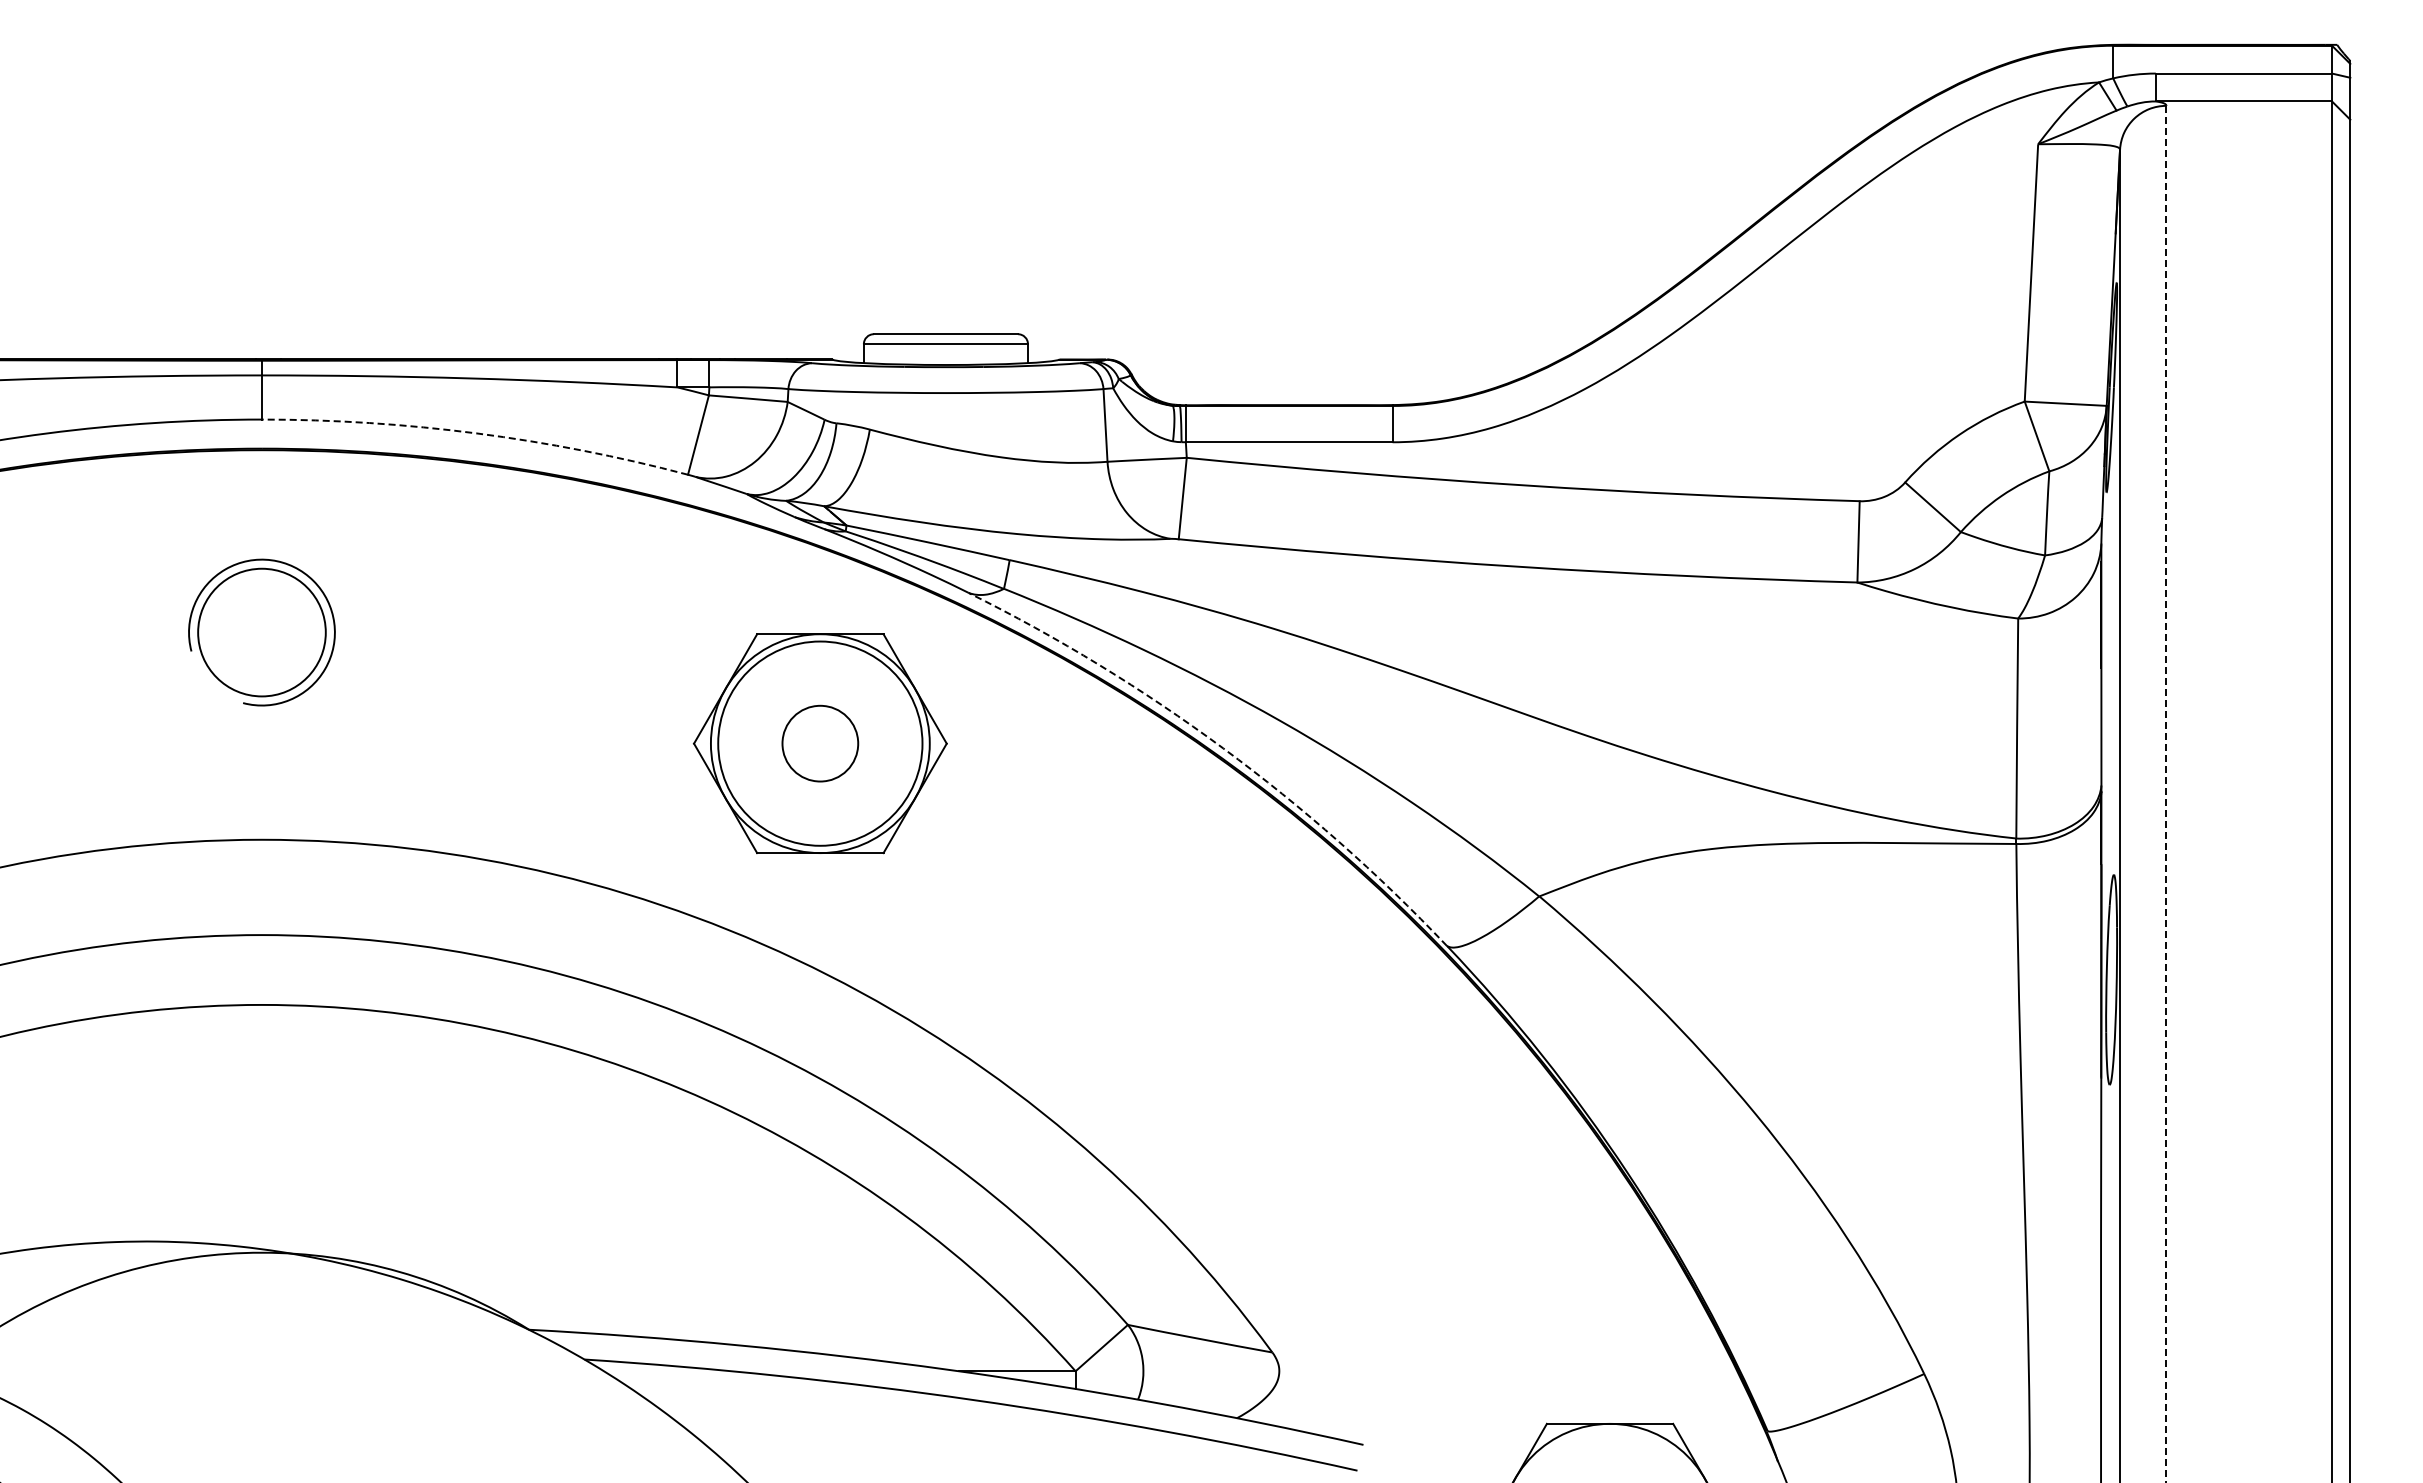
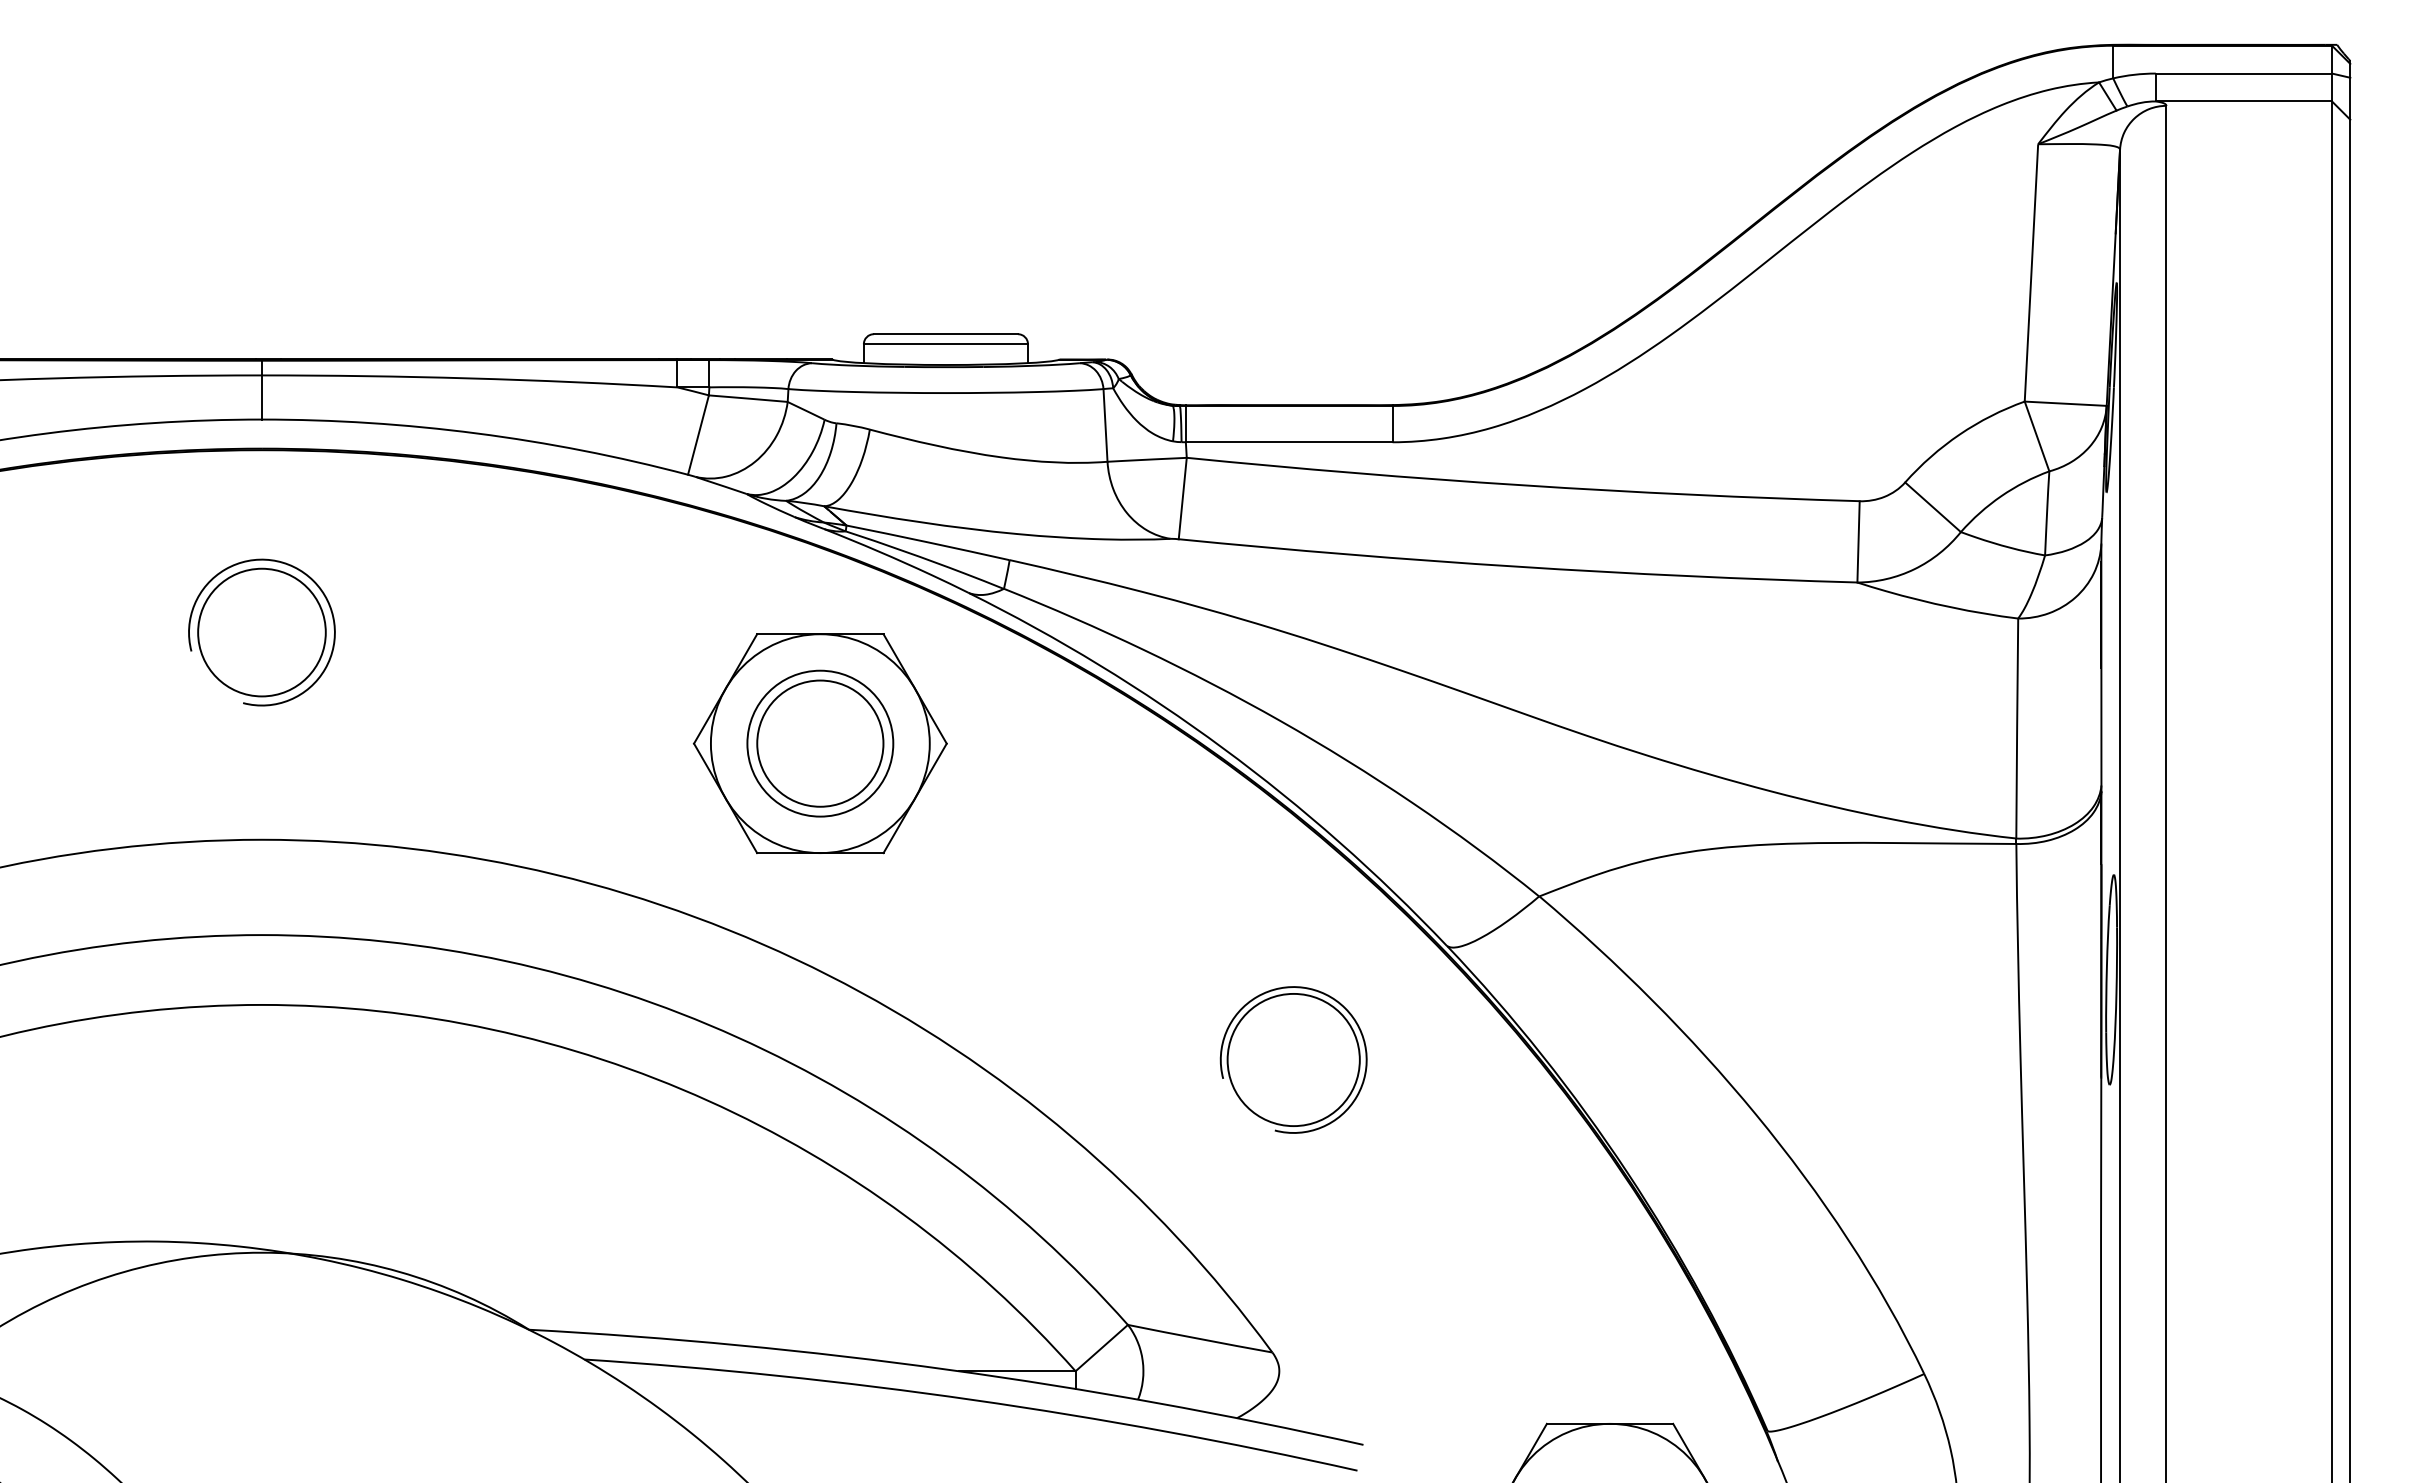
arc at (476, 433): dashed -> solid
circle at (820, 743) diameter: 204 px -> 146 px
circle at (820, 743) diameter: 76 px -> 126 px
arc at (1223, 748): dashed -> solid
line at (2166, 794): dashed -> solid
part at (1293, 1059): none -> present
